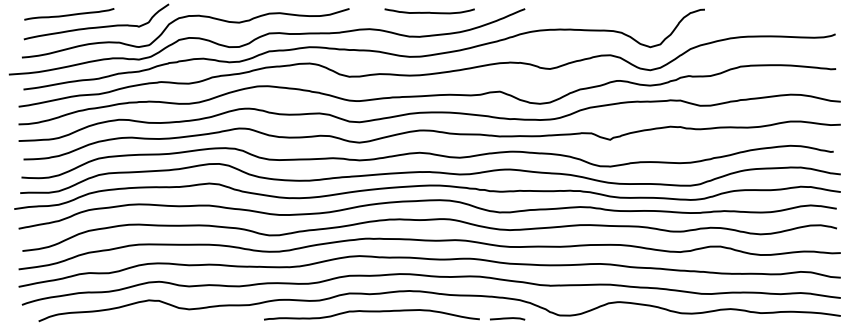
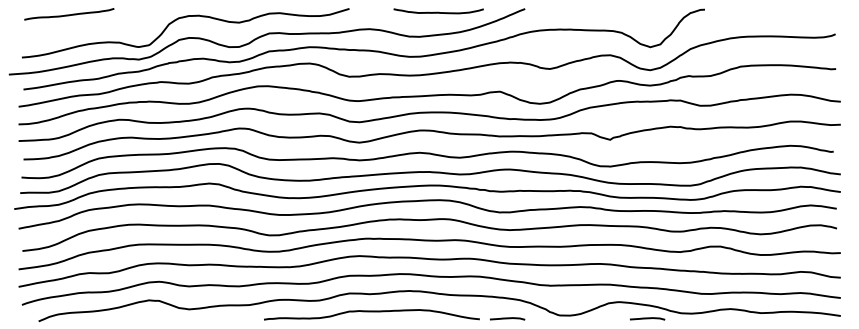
curve at (429, 11) position: (429, 11) -> (438, 11)
curve at (96, 26): present -> none
line at (647, 318): none -> present
